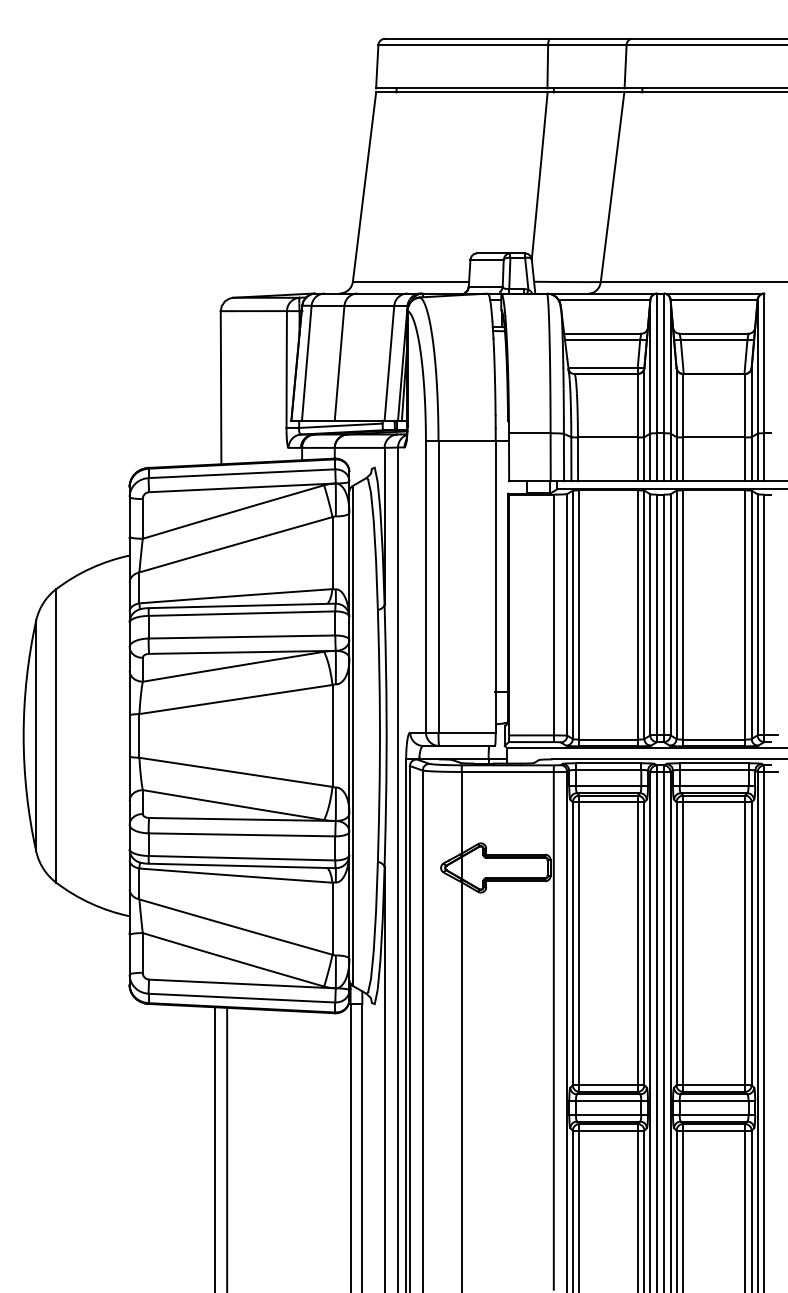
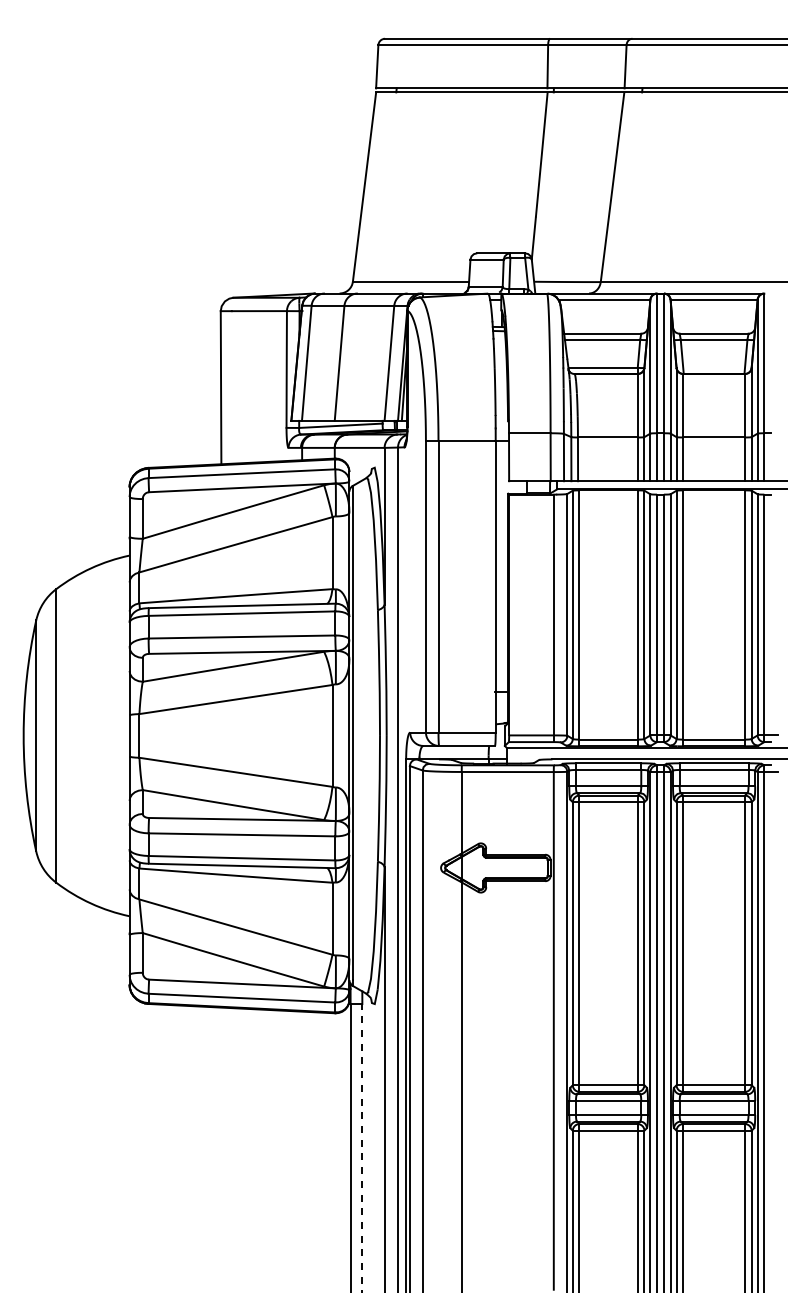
line at (362, 1147): solid -> dashed
line at (215, 1148): present -> none
line at (227, 1148): present -> none
